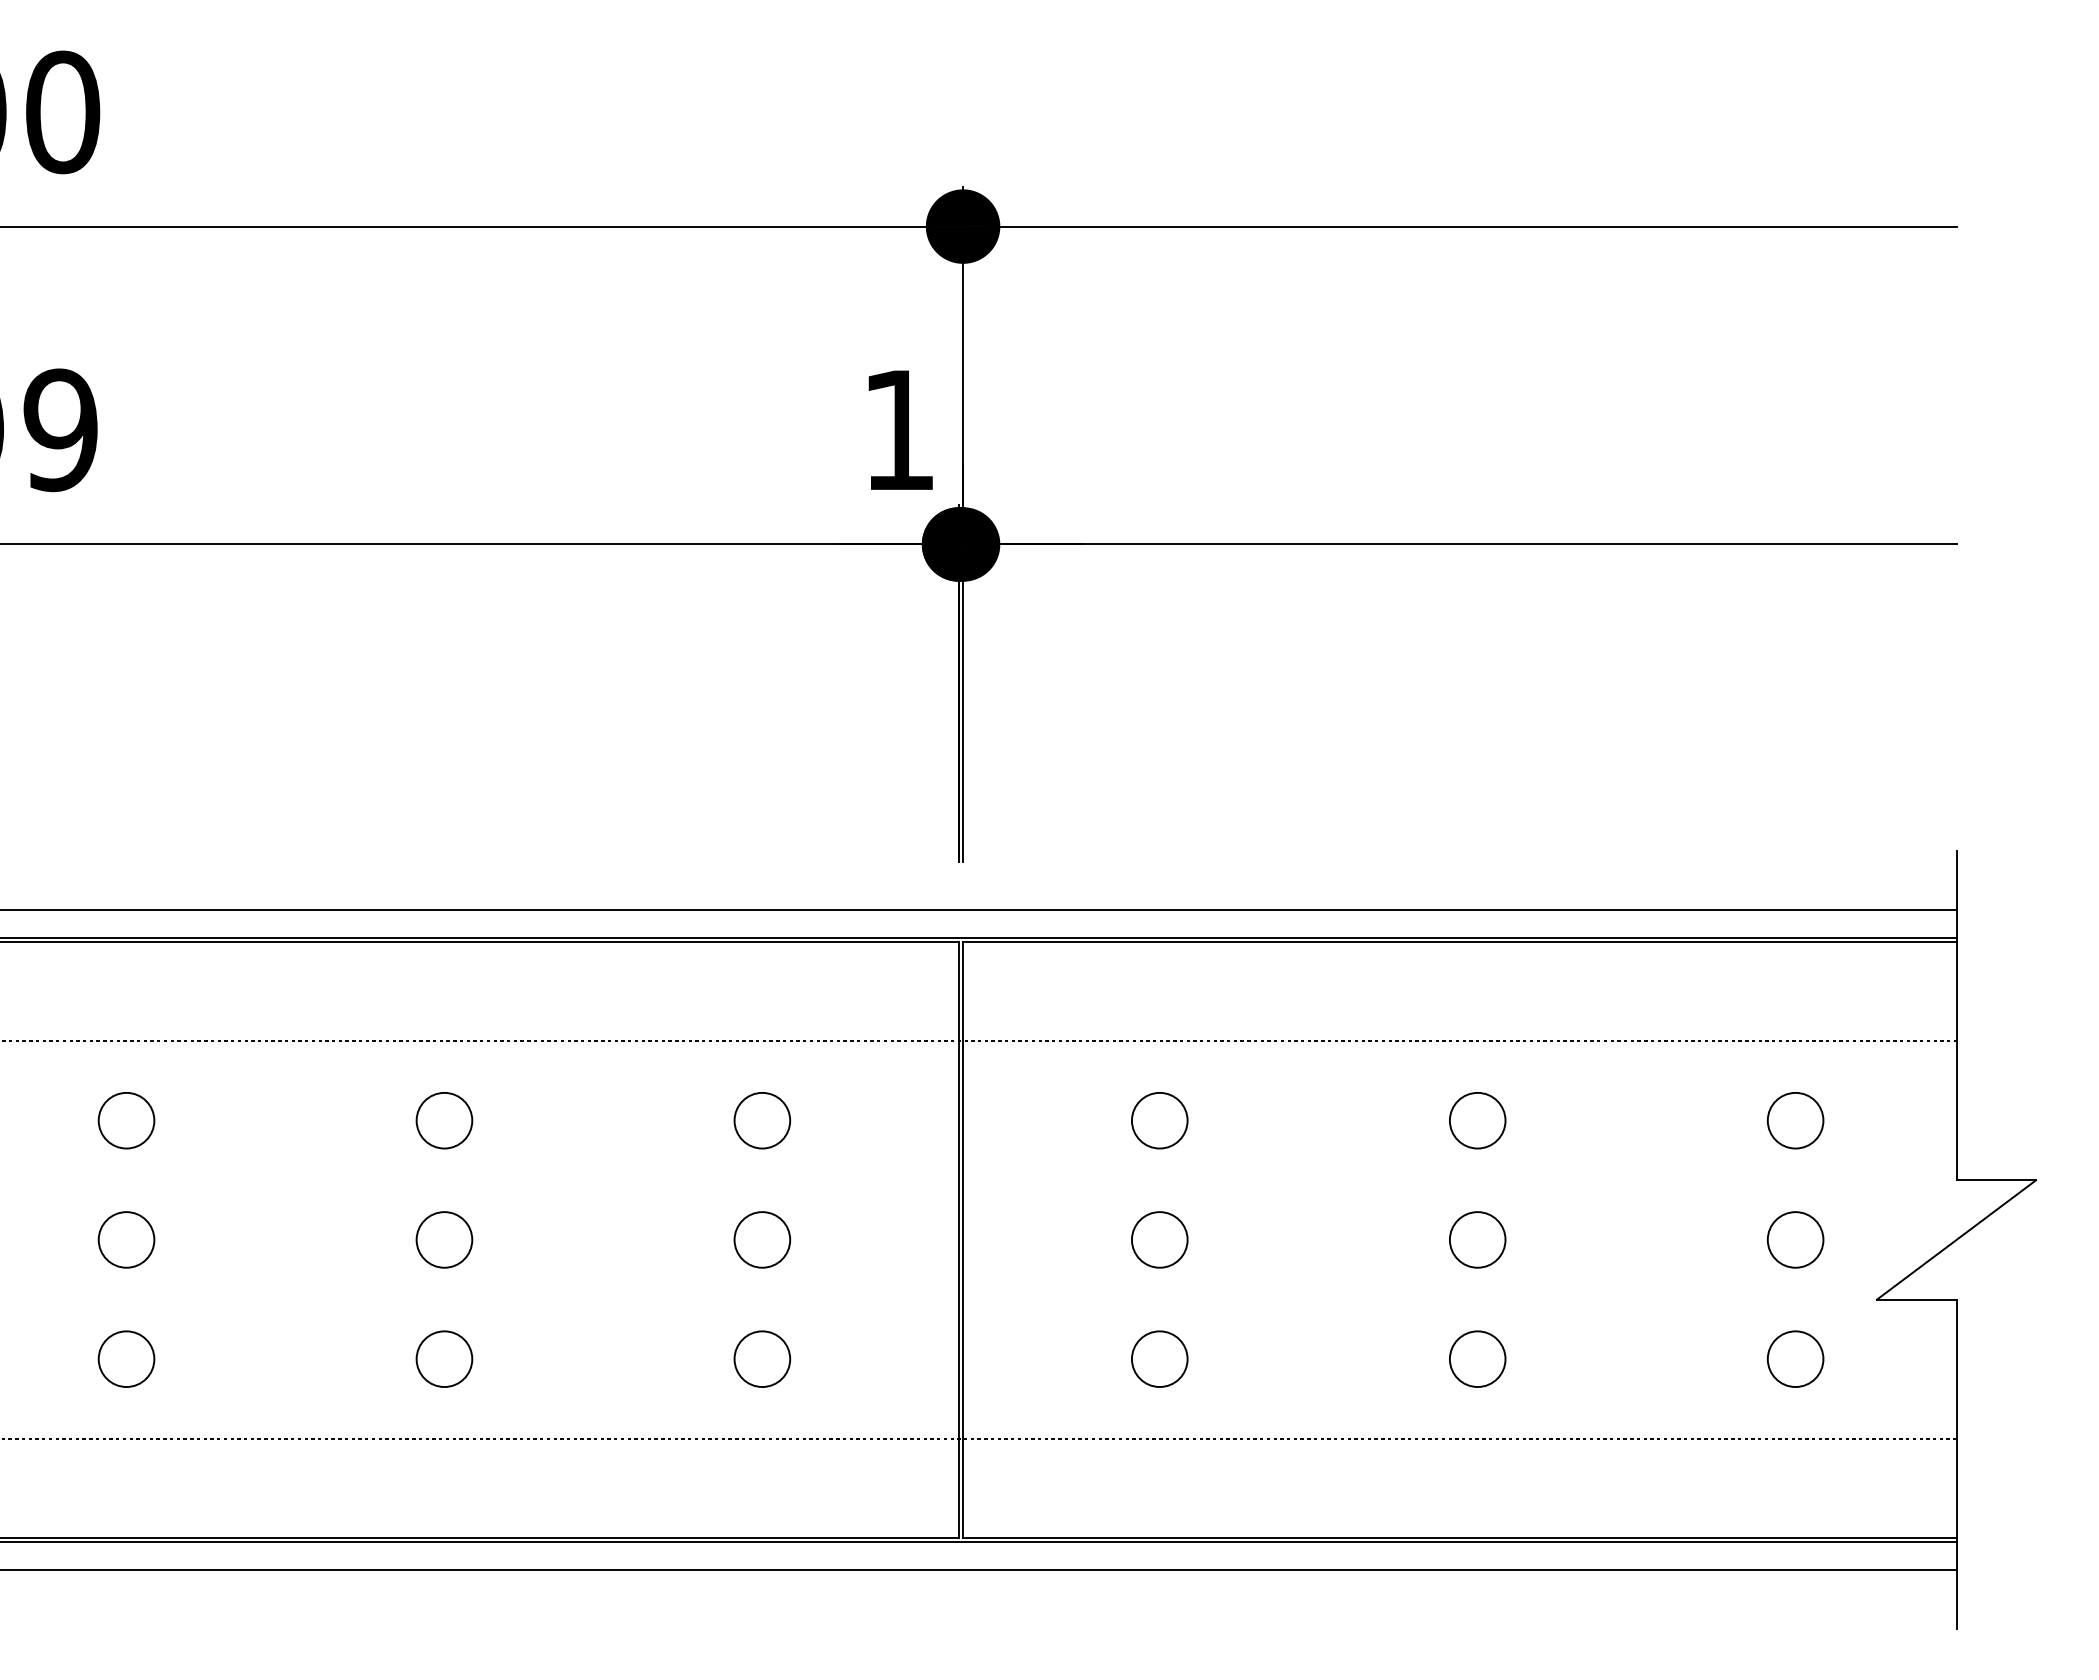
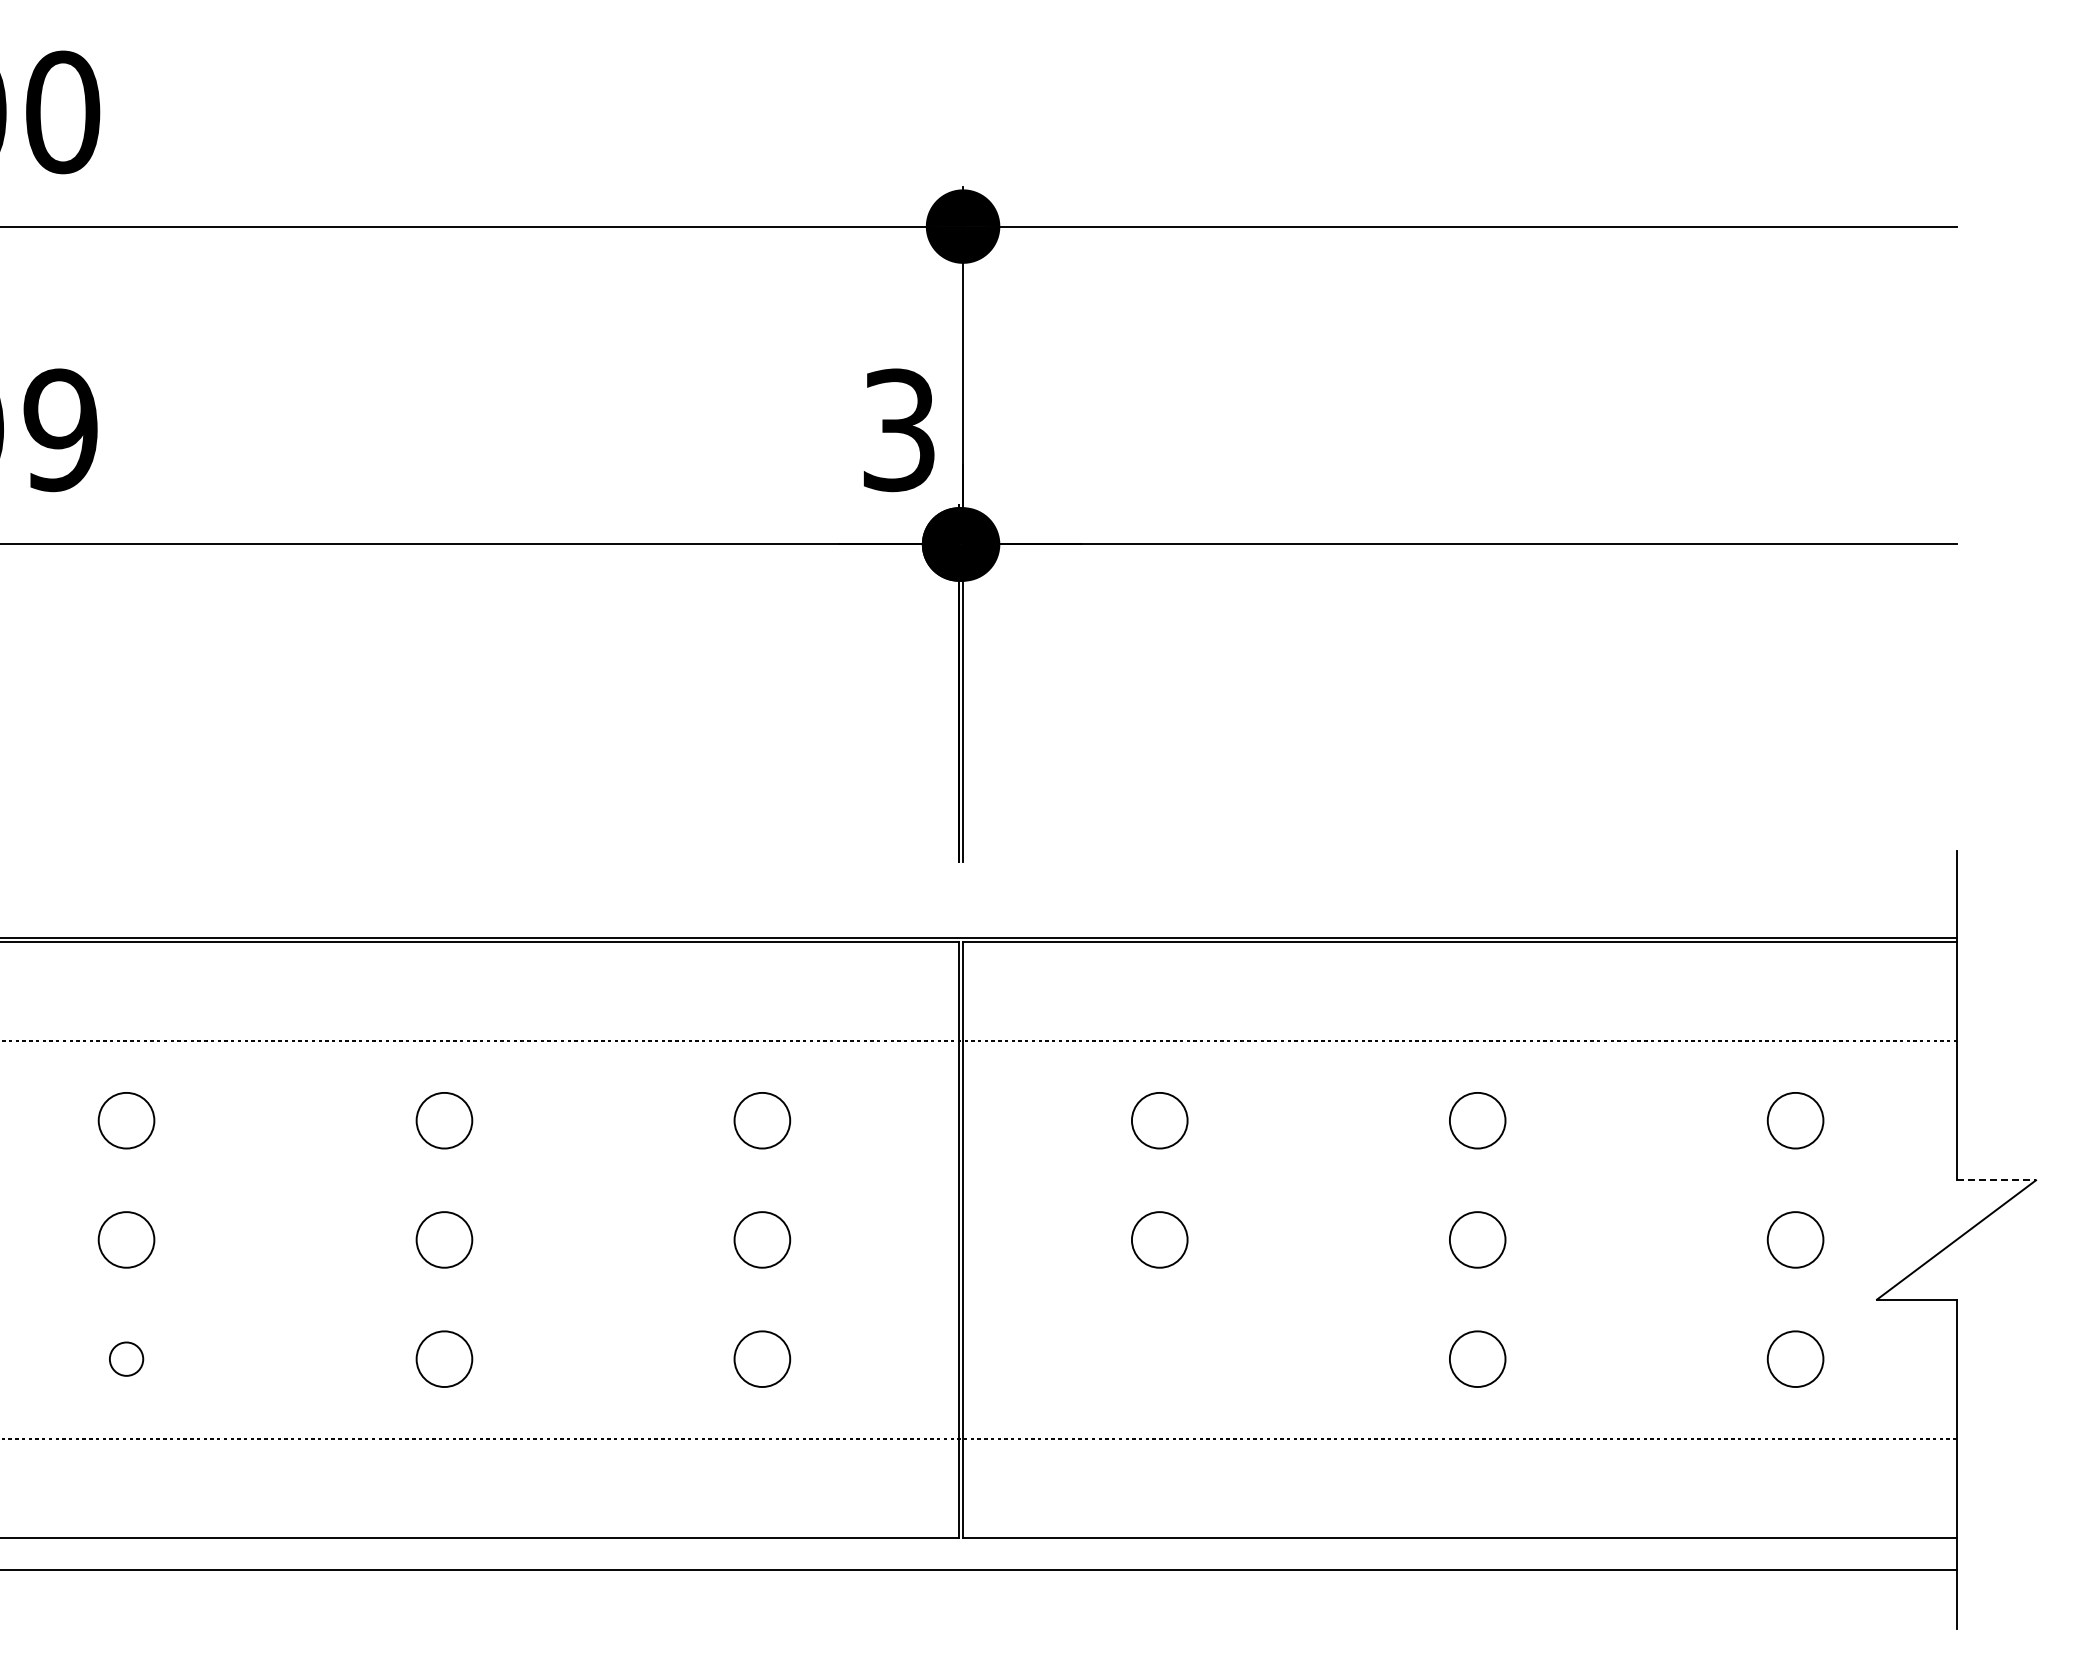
text at (898, 430): 1 -> 3
line at (979, 910): present -> none
line at (1996, 1180): solid -> dashed
circle at (1159, 1358): present -> none
circle at (126, 1359) diameter: 56 px -> 33 px
line at (979, 1541): present -> none
